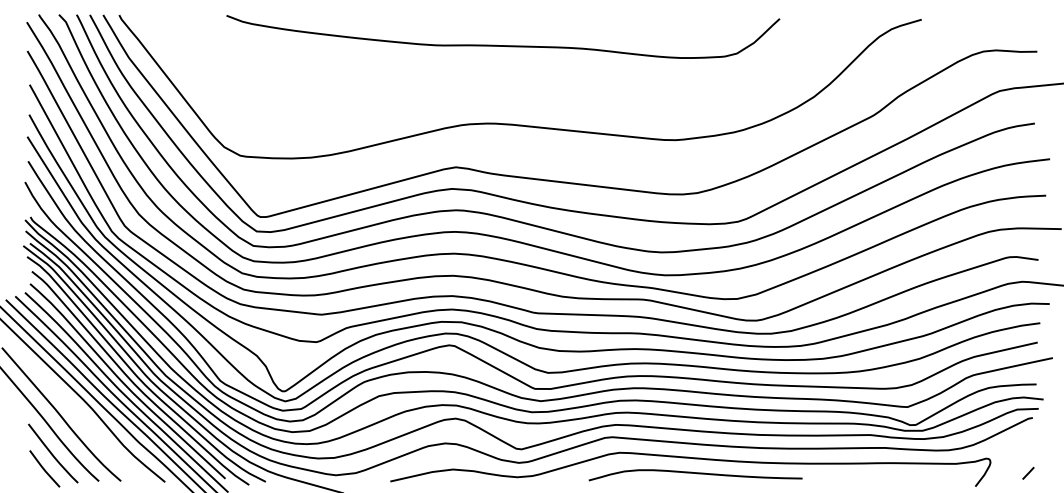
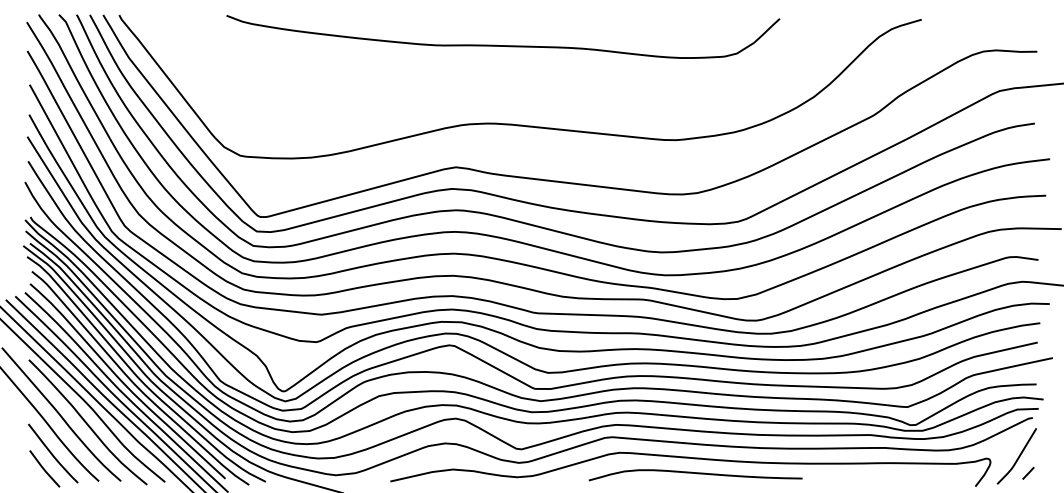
curve at (87, 422): none -> present
curve at (1017, 457): none -> present
